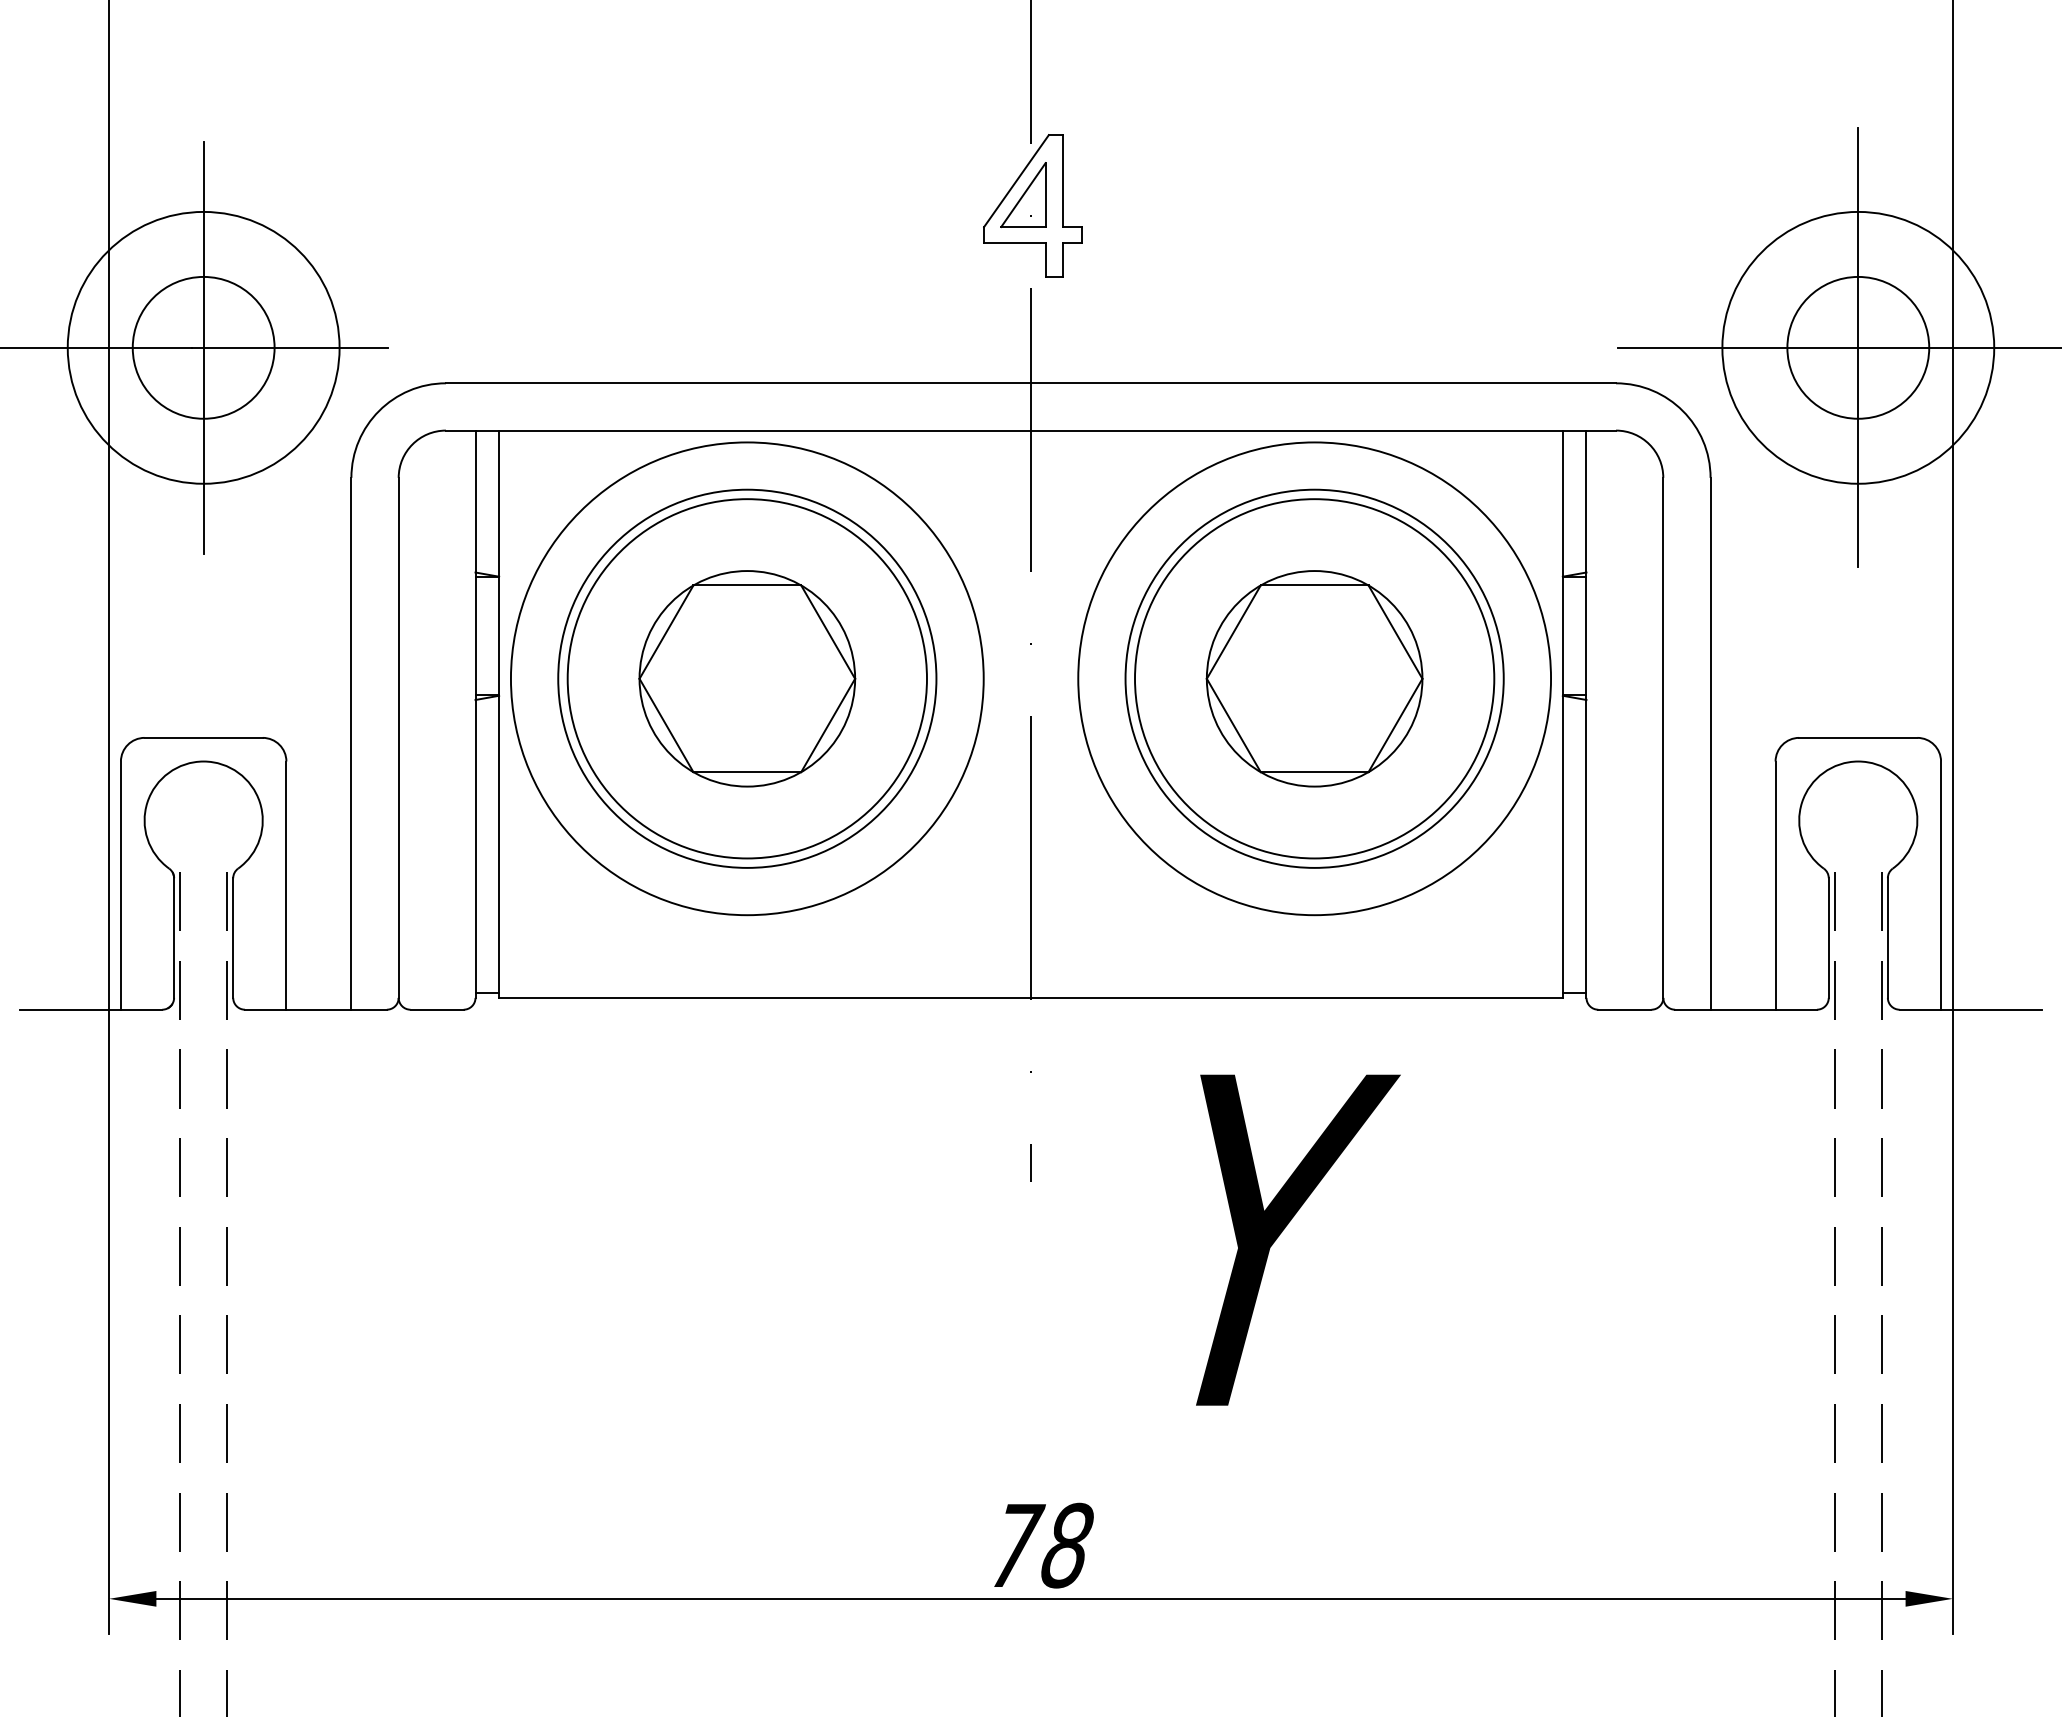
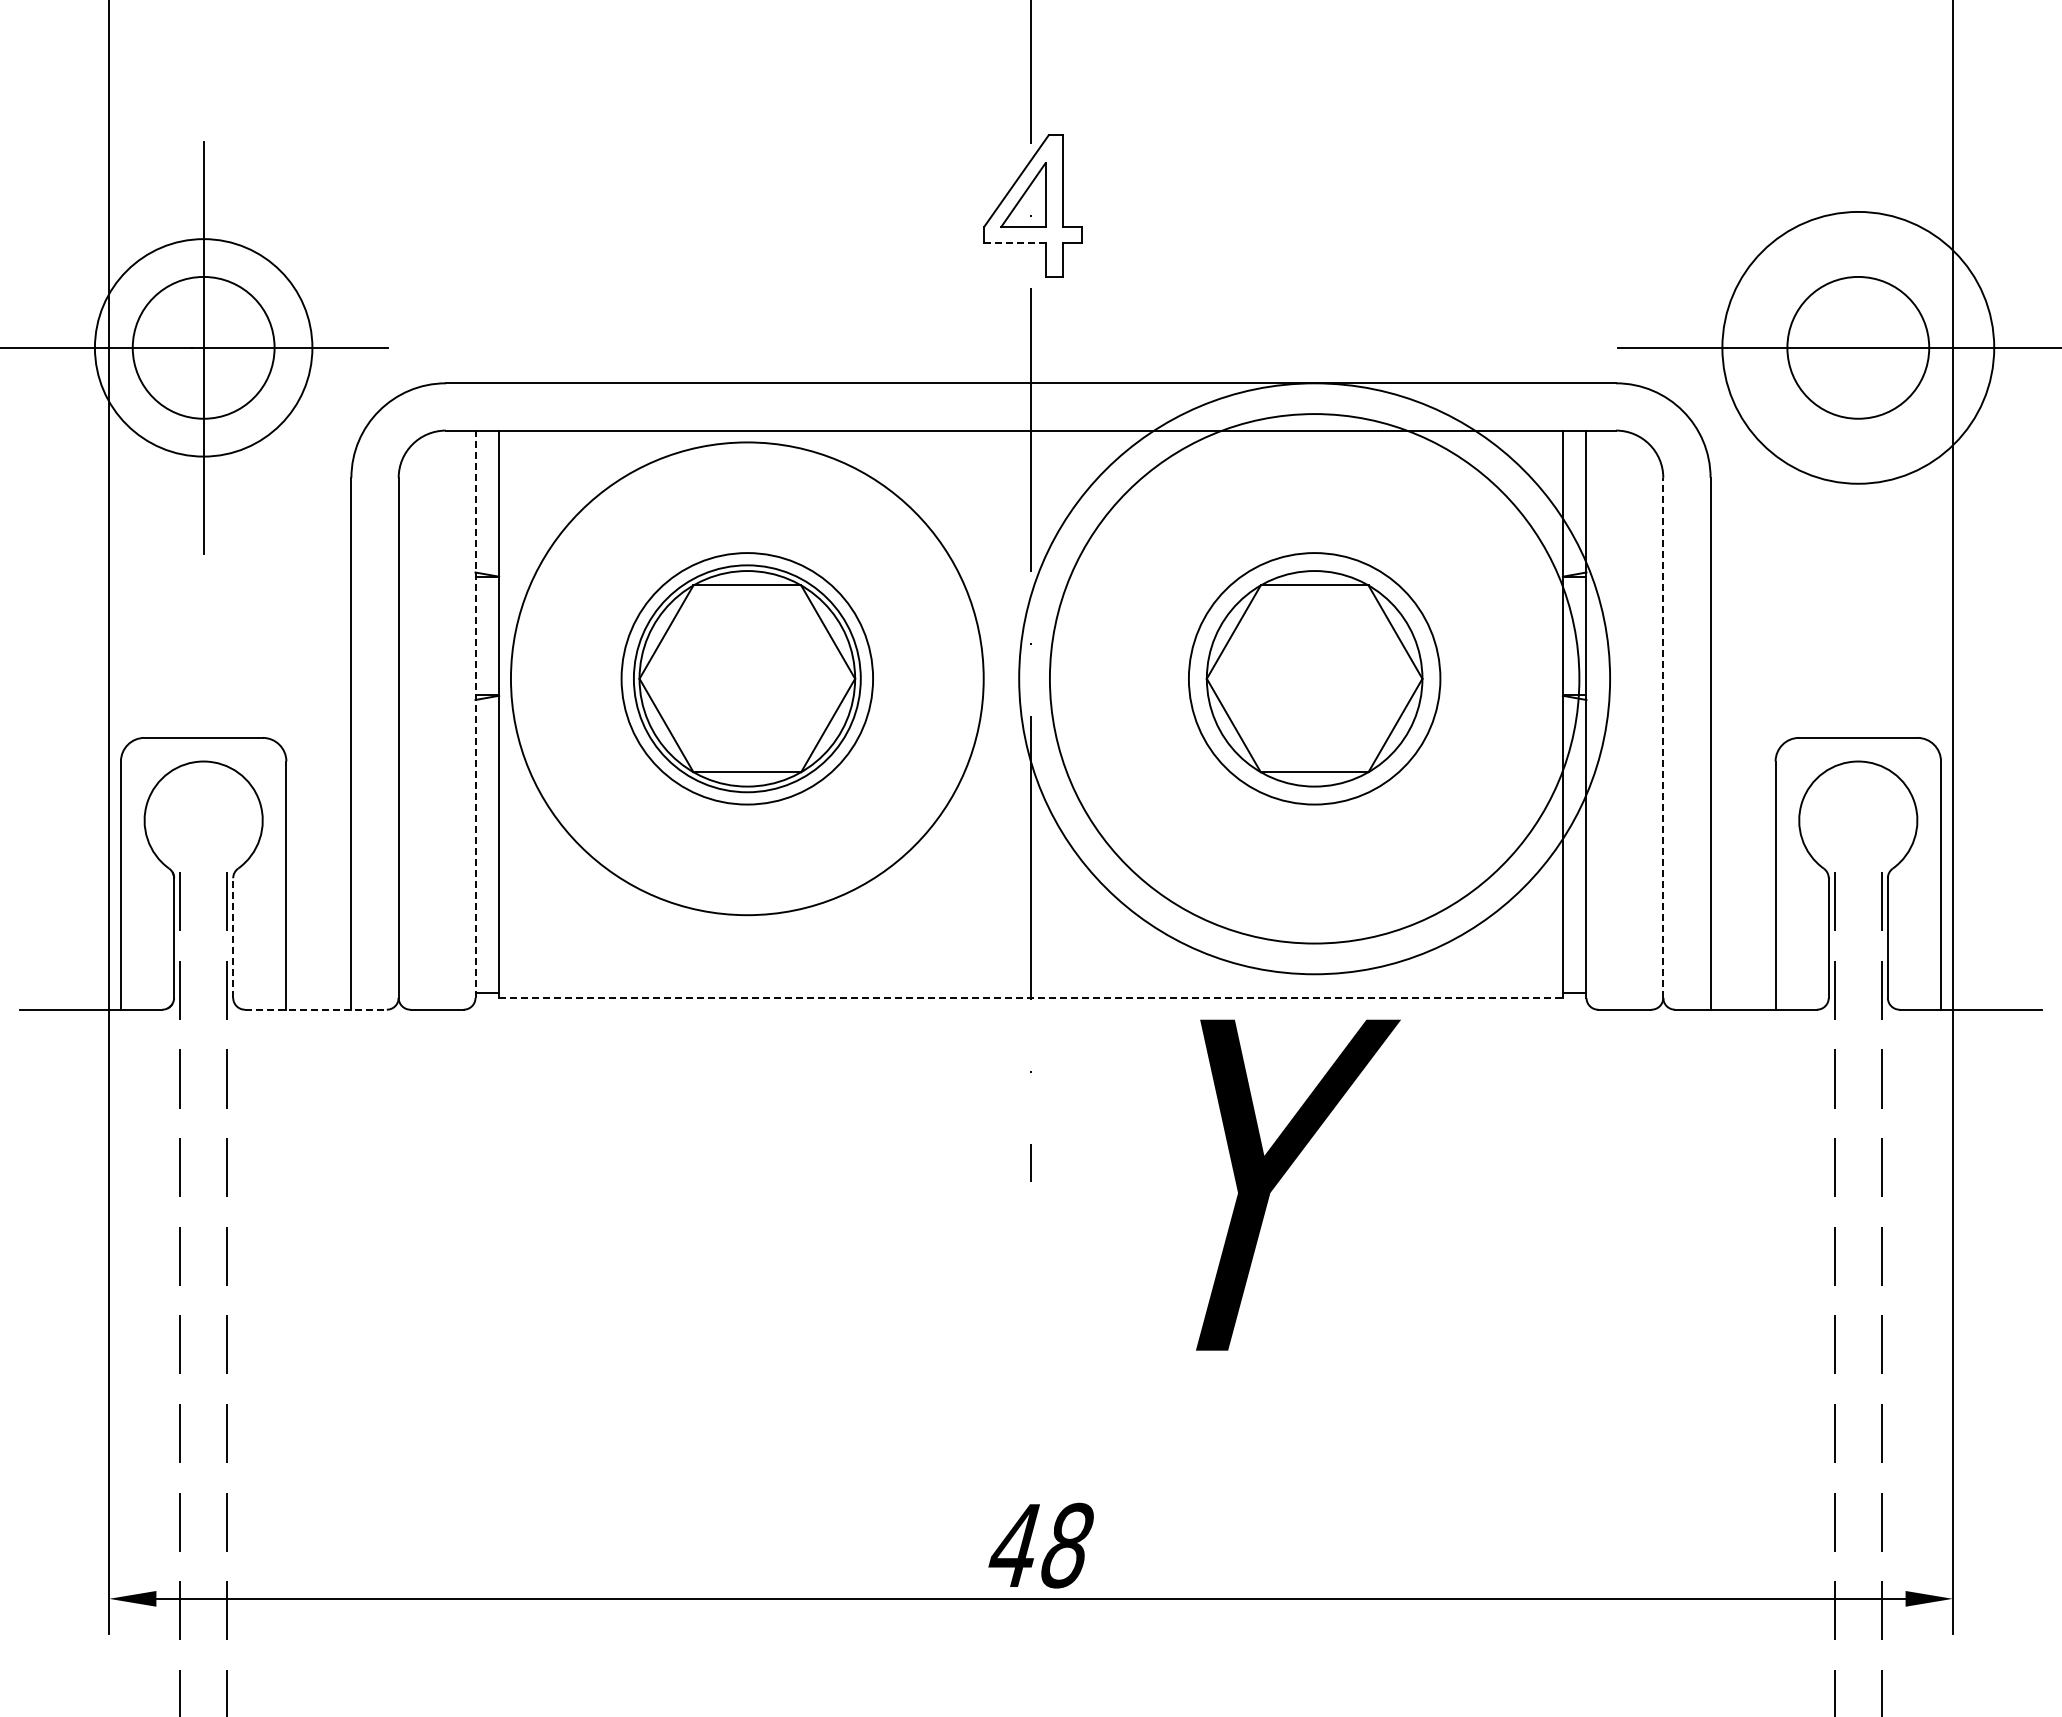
line at (1014, 243): solid -> dashed
circle at (203, 347) diameter: 272 px -> 217 px
line at (1858, 347): present -> none
circle at (746, 678) diameter: 359 px -> 252 px
circle at (747, 678) diameter: 378 px -> 227 px
circle at (1314, 678) diameter: 359 px -> 252 px
circle at (1314, 678) diameter: 378 px -> 529 px
circle at (1314, 678) diameter: 473 px -> 591 px
line at (475, 714): solid -> dashed
line at (1663, 737): solid -> dashed
line at (233, 938): solid -> dashed
line at (1031, 997): solid -> dashed
line at (315, 1009): solid -> dashed
text at (1298, 1239) position: (1298, 1239) -> (1298, 1184)
text at (1016, 1545): 78 -> 48
